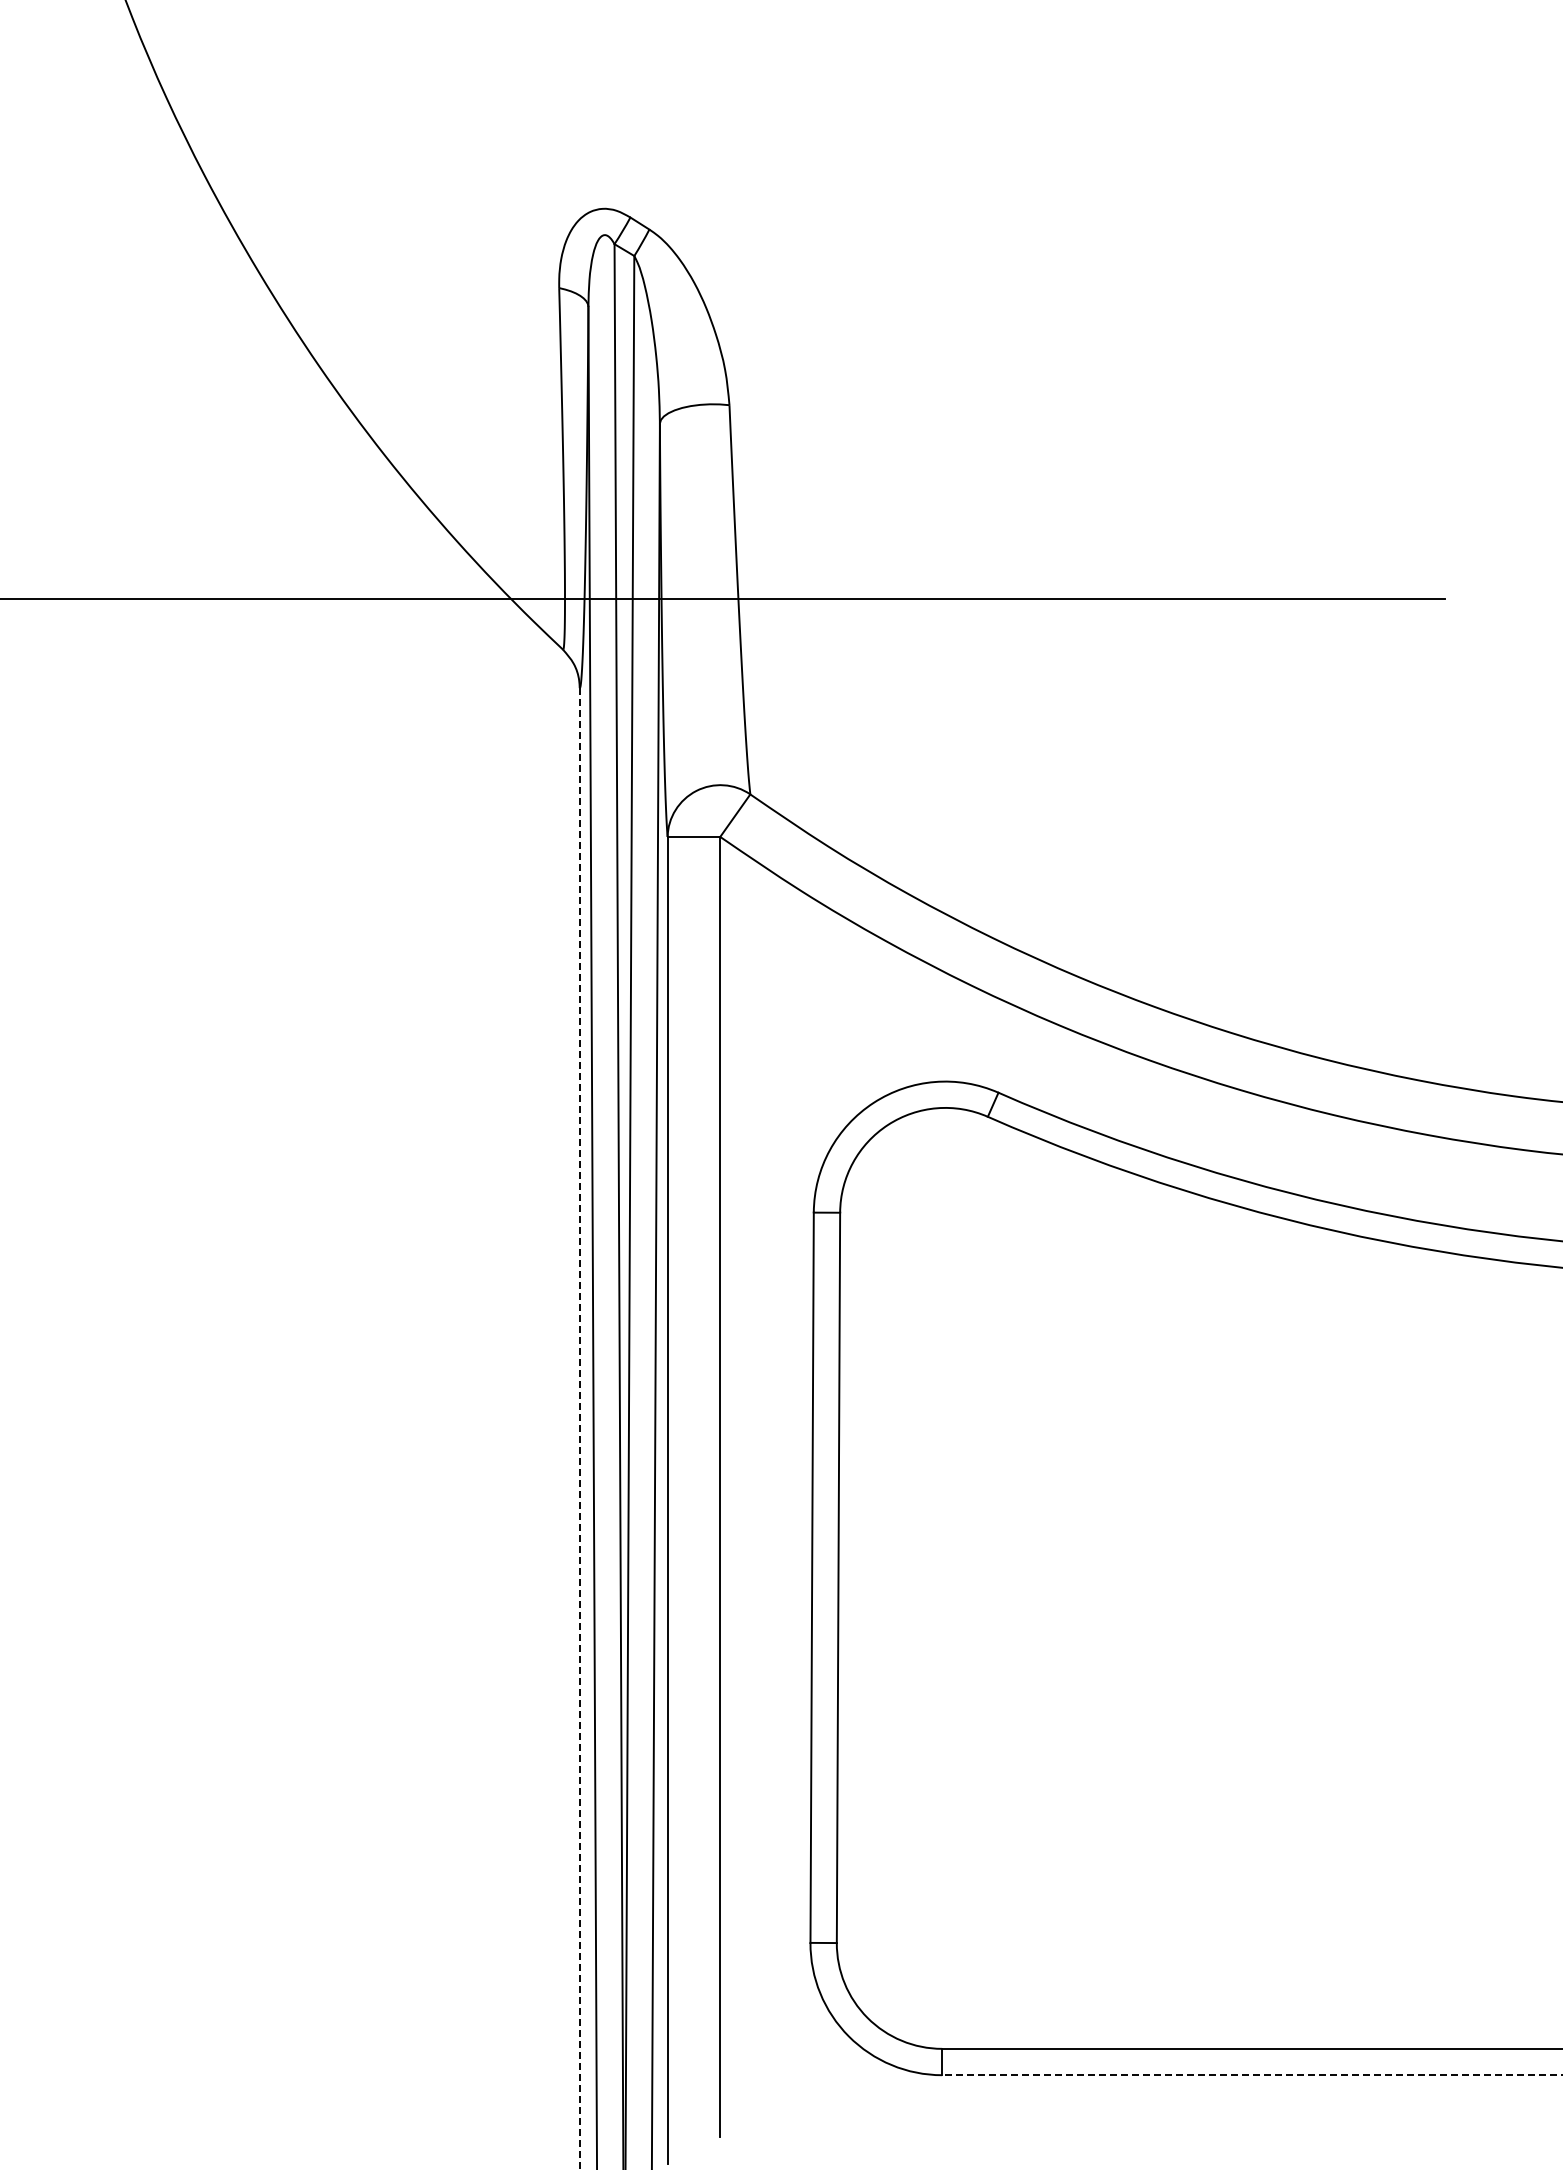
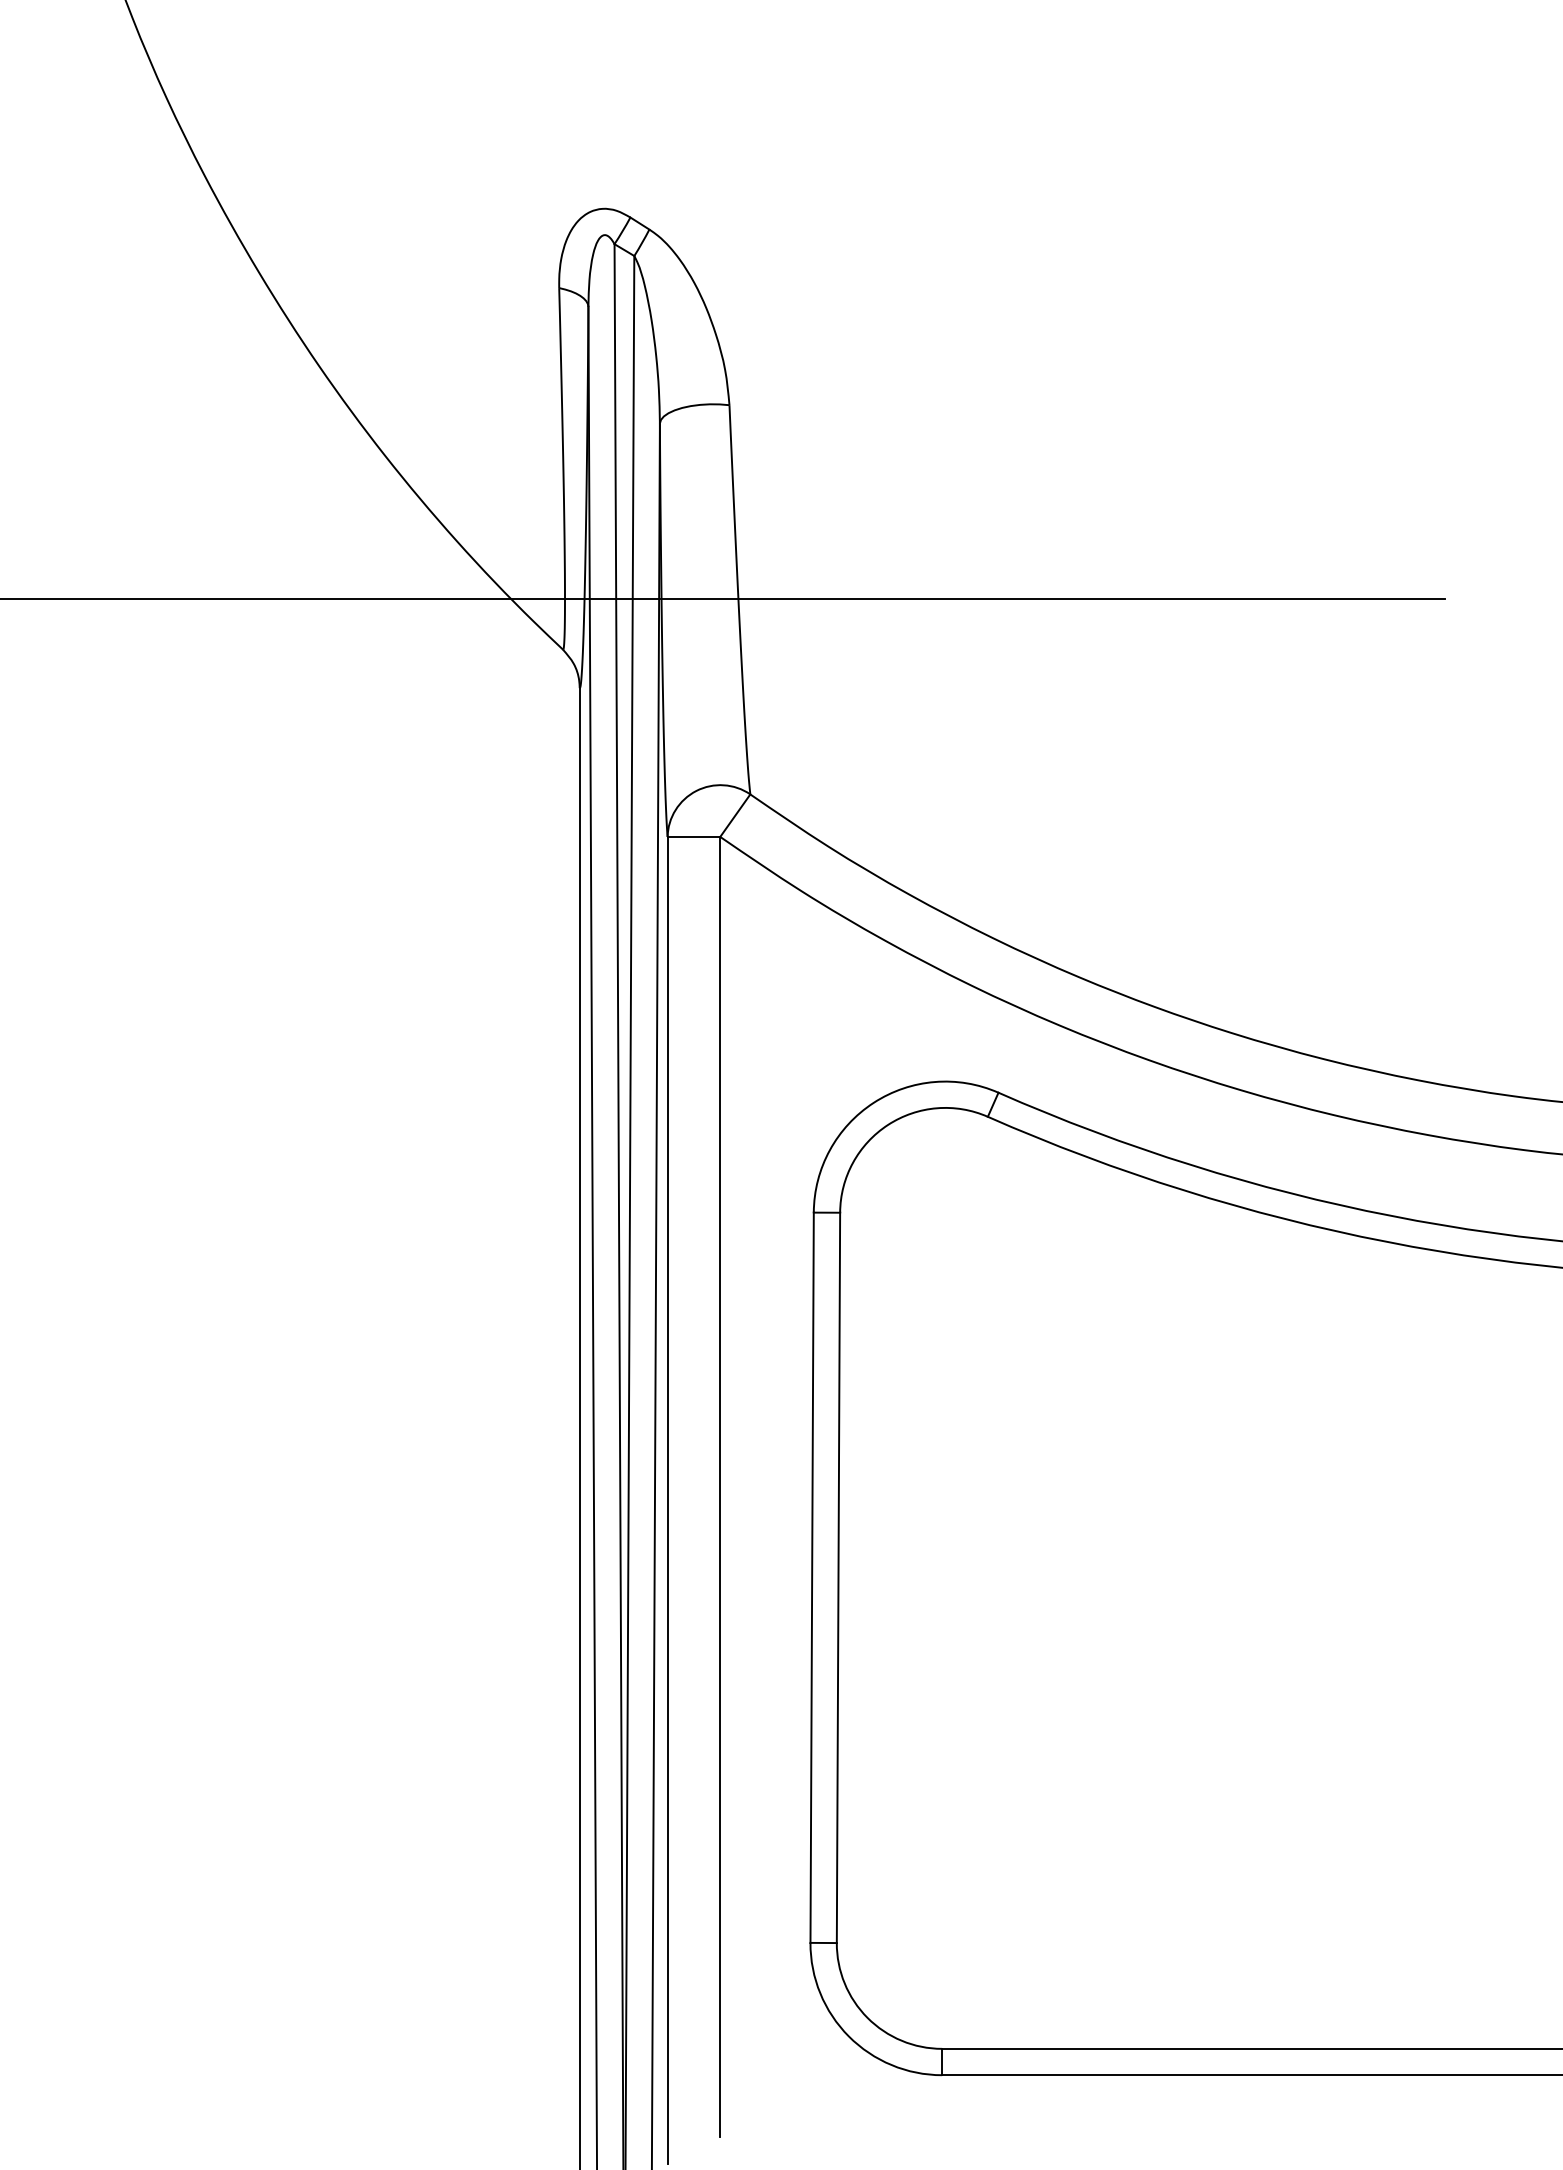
line at (579, 1428): dashed -> solid
line at (1251, 2075): dashed -> solid
